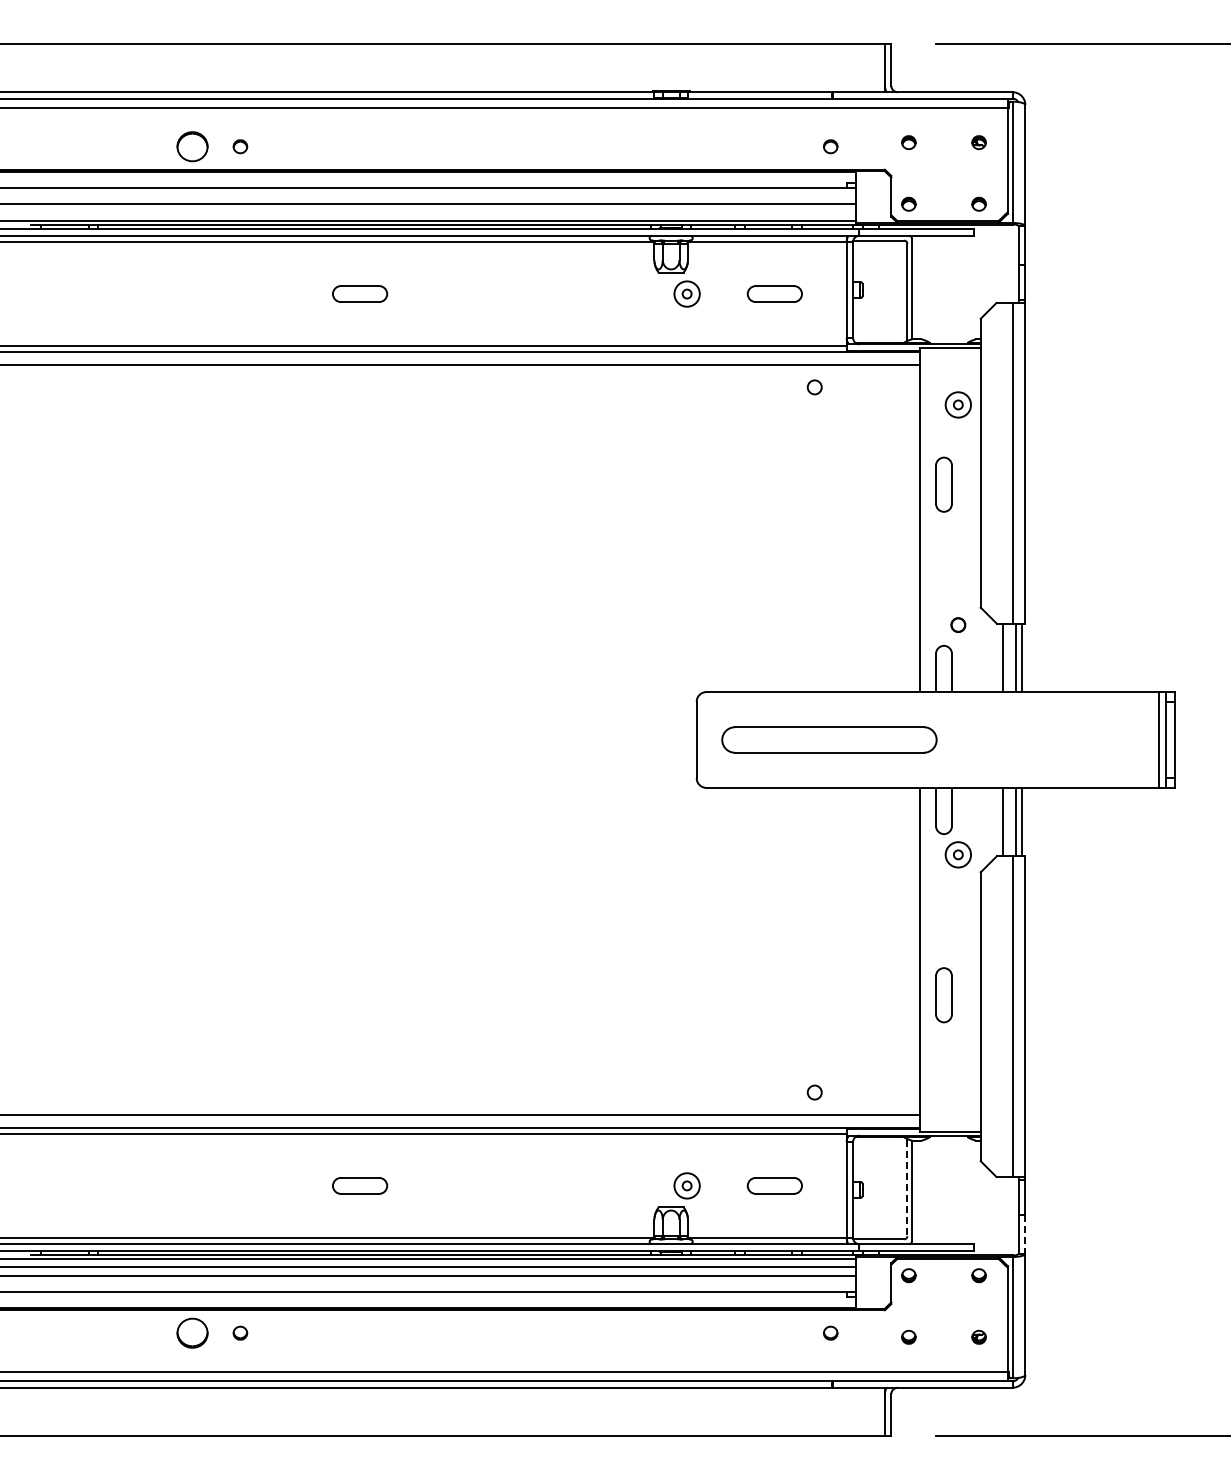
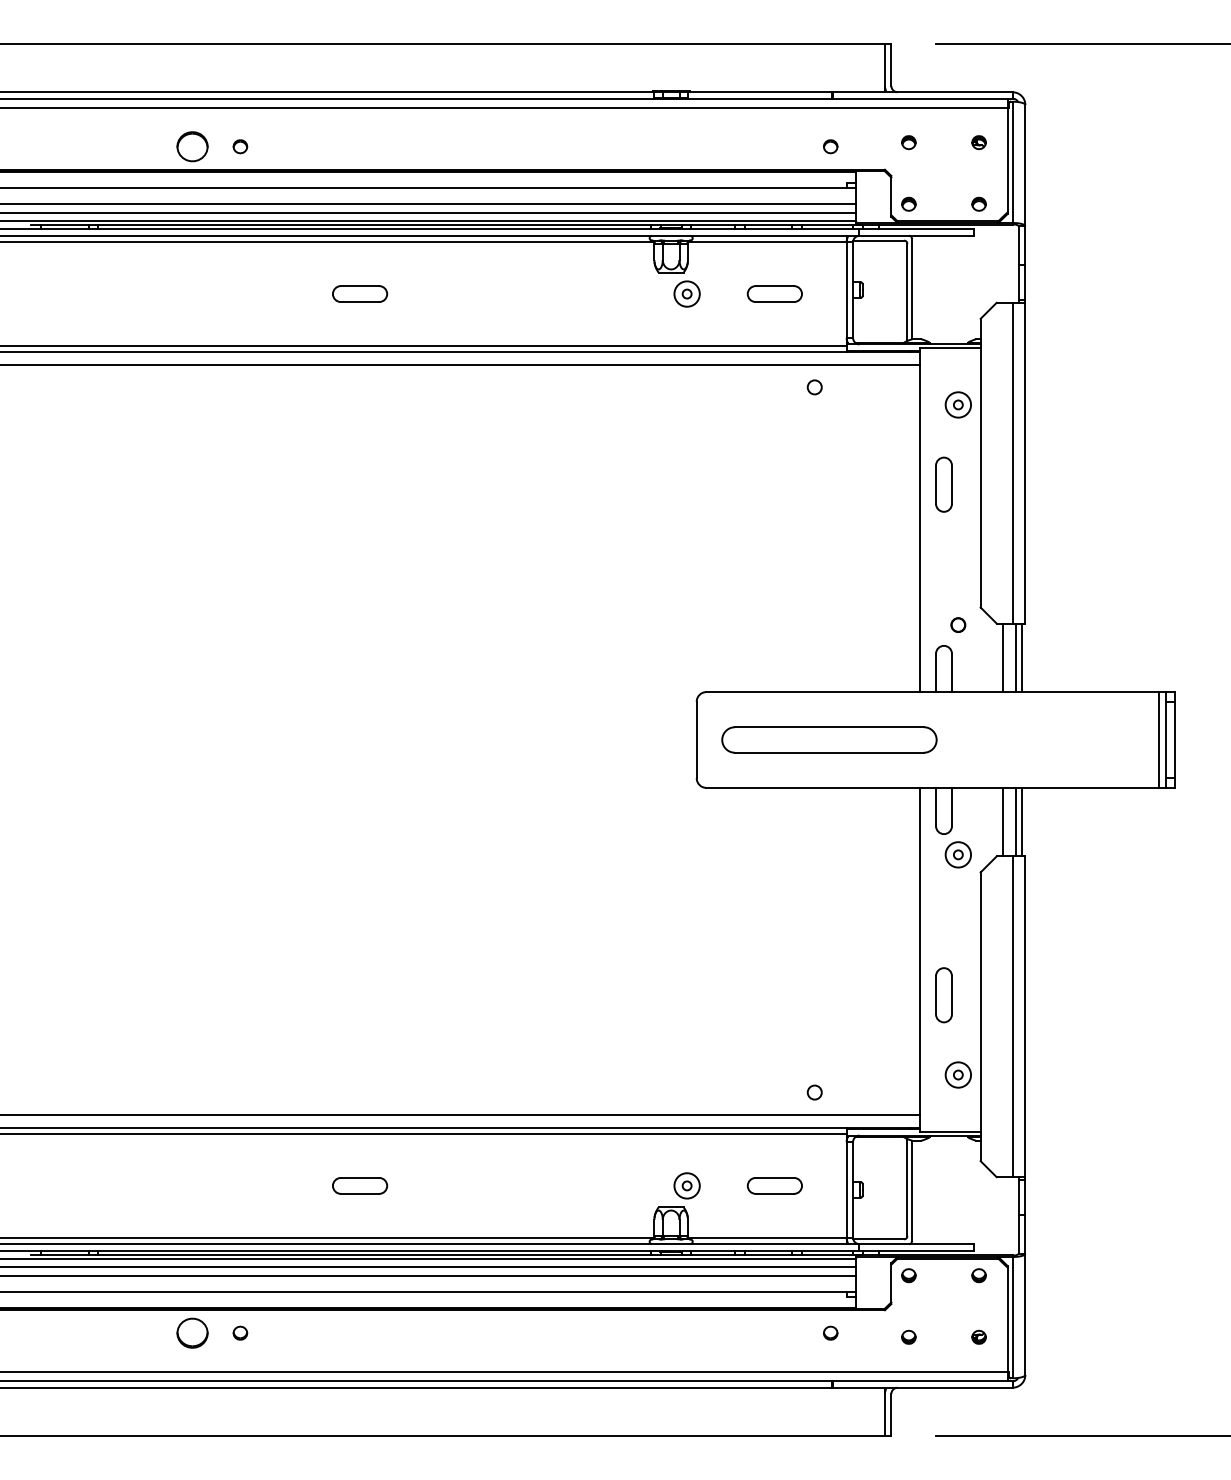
line at (429, 212): none -> present
part at (957, 1074): none -> present
line at (907, 1188): dashed -> solid
line at (1025, 1235): dashed -> solid
